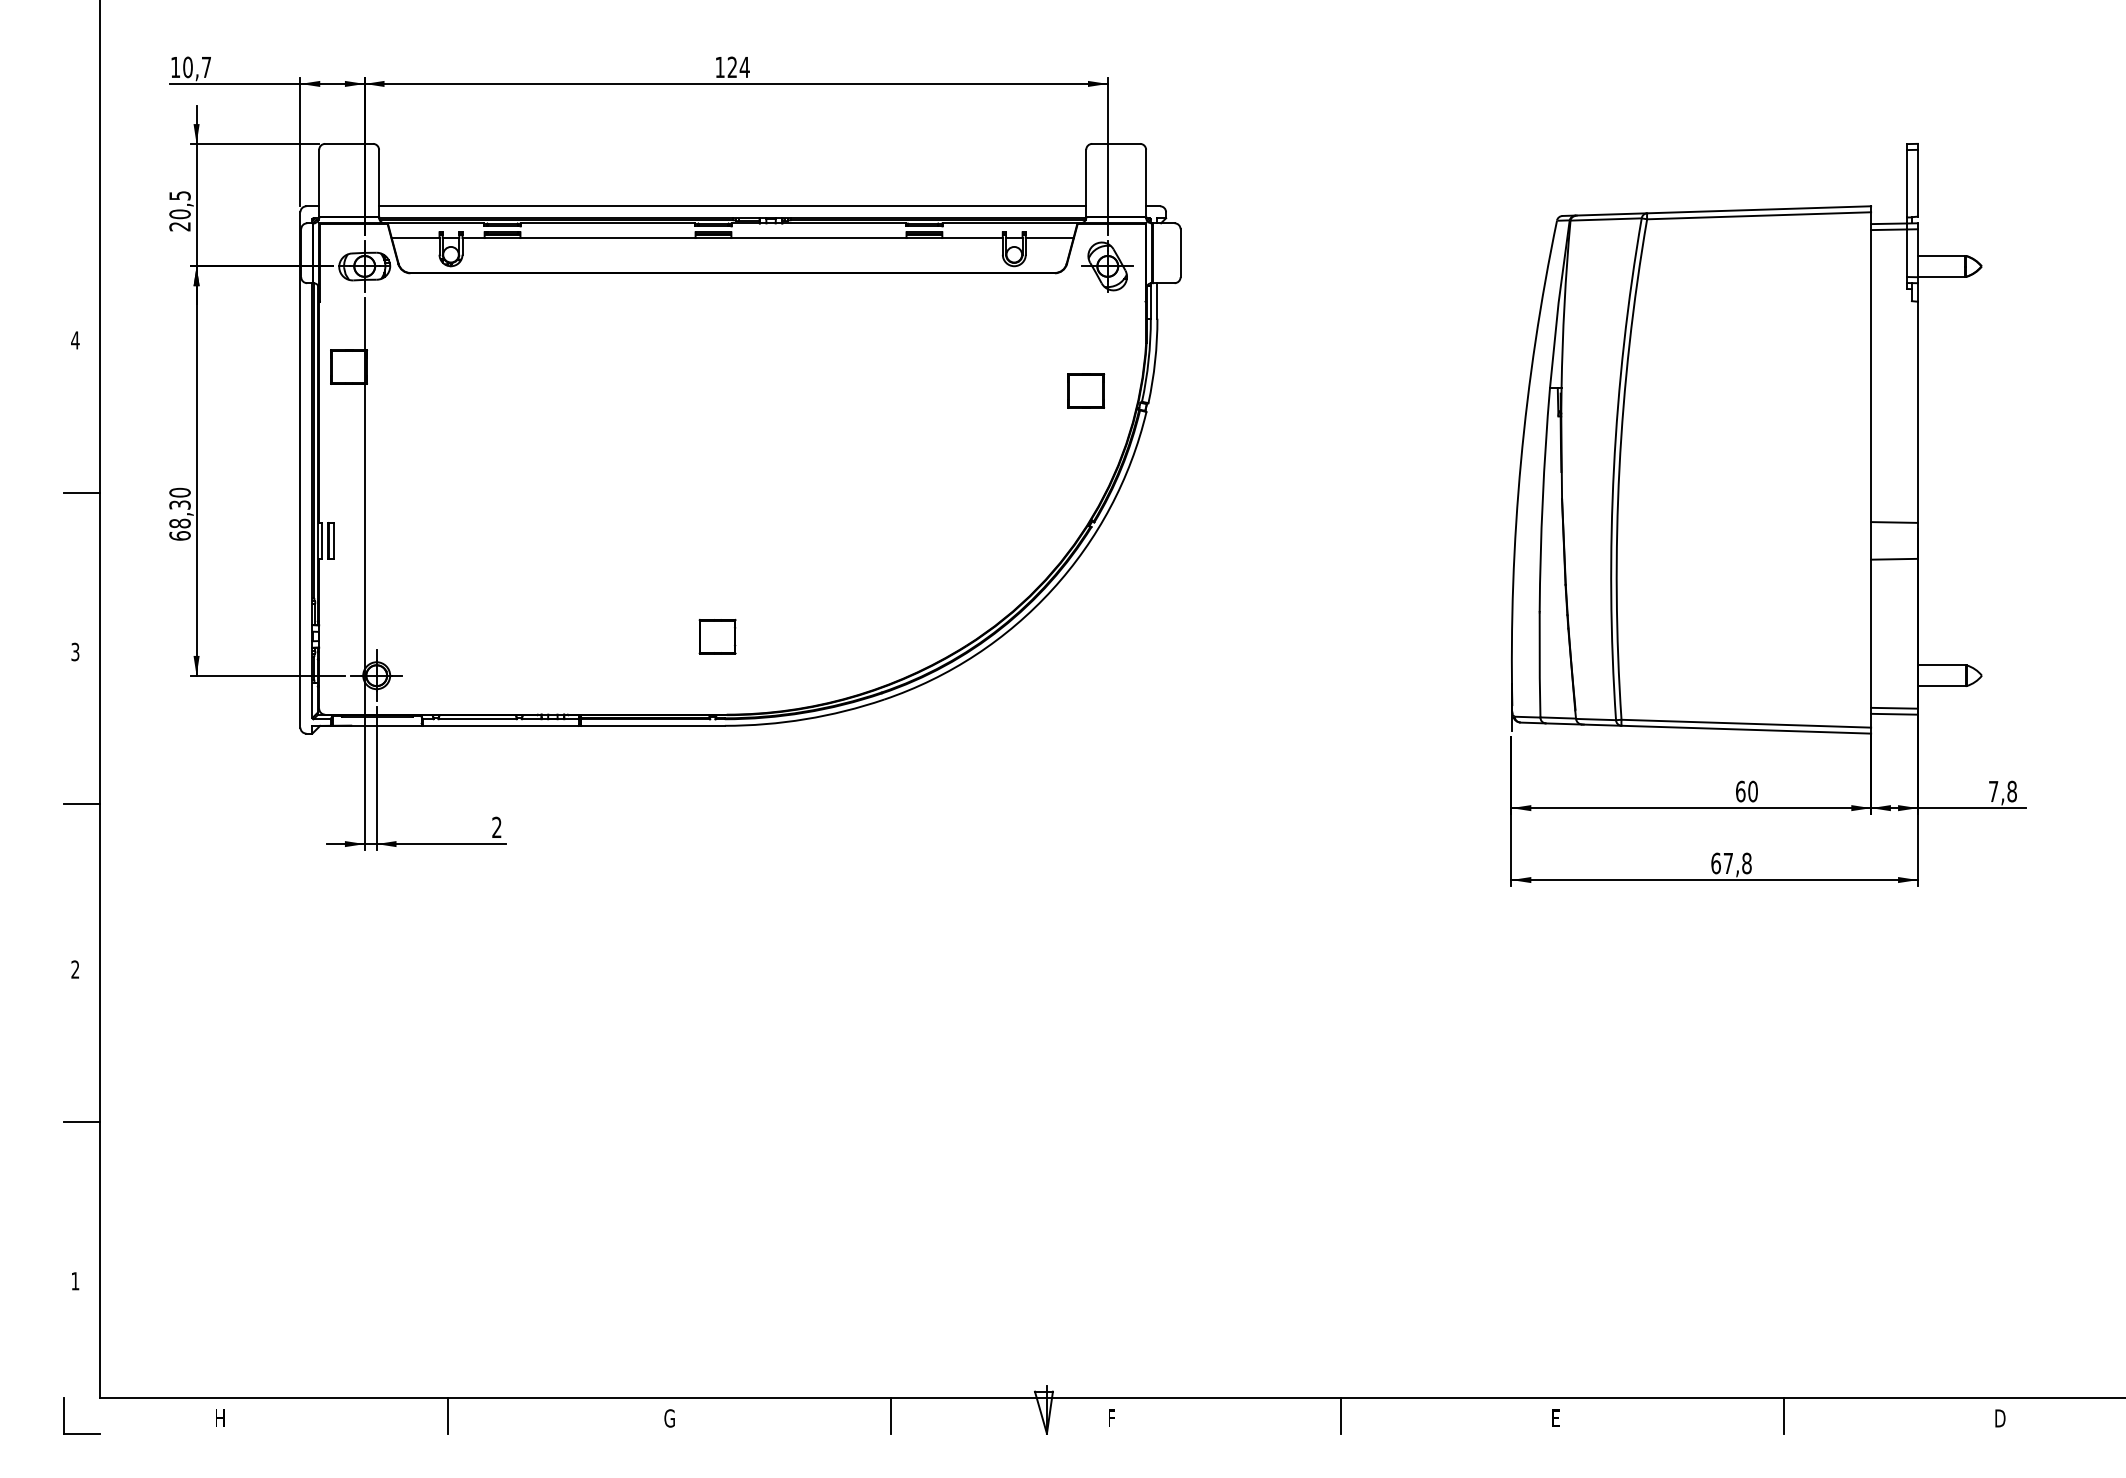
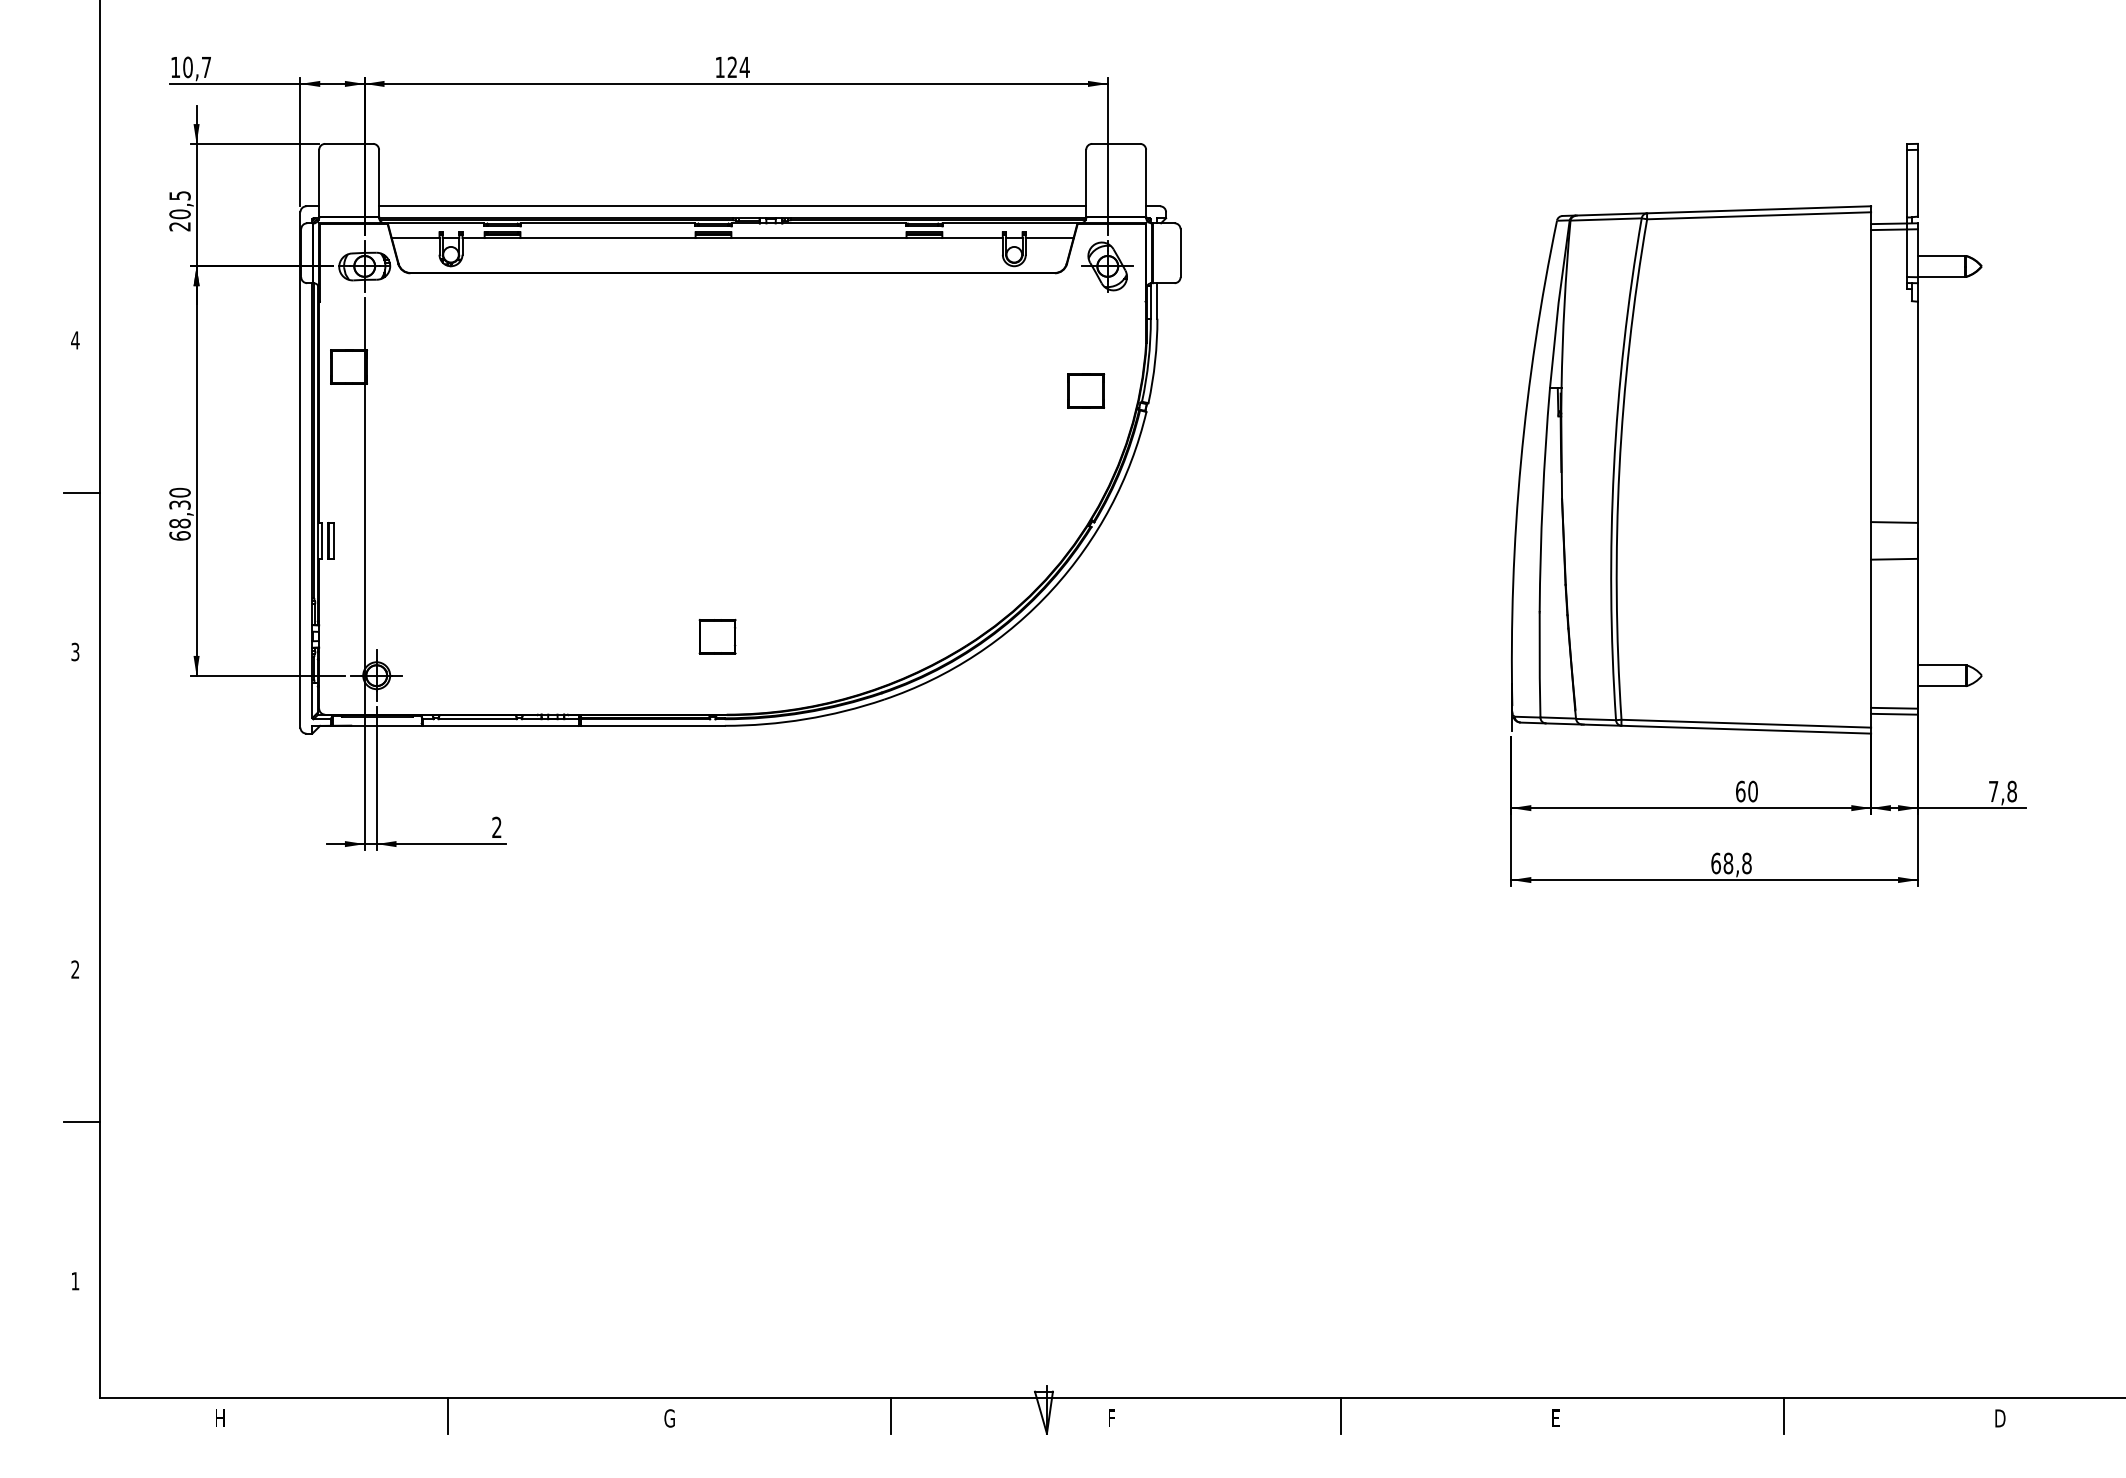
line at (81, 804): present -> none
text at (1728, 863): 67,8 -> 68,8
part at (64, 1415): present -> none
